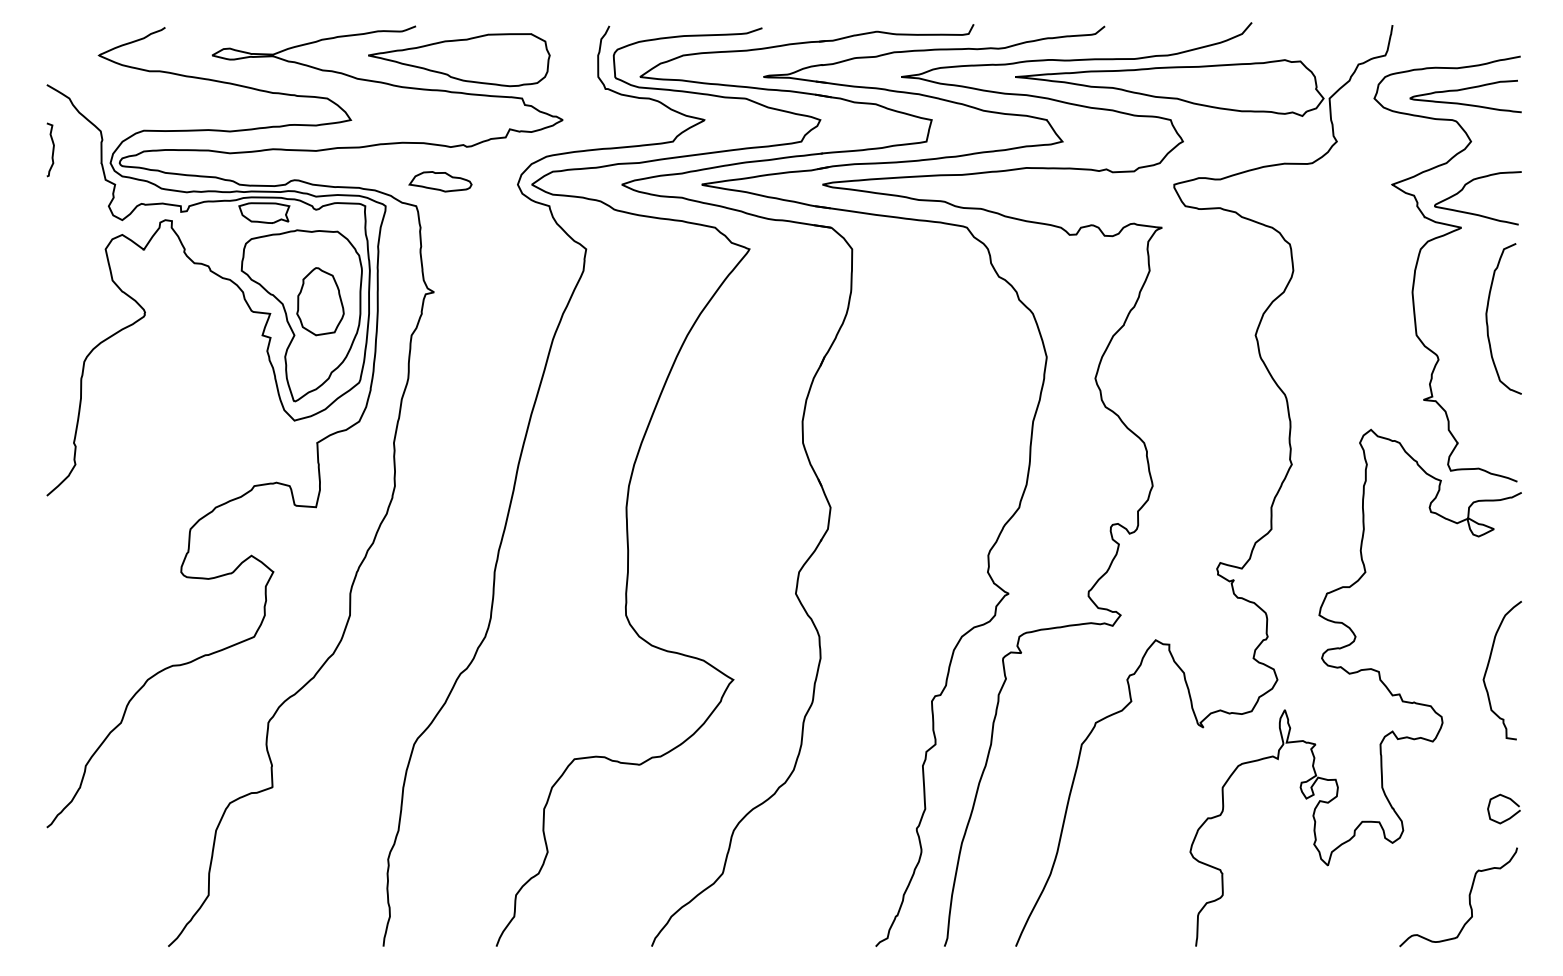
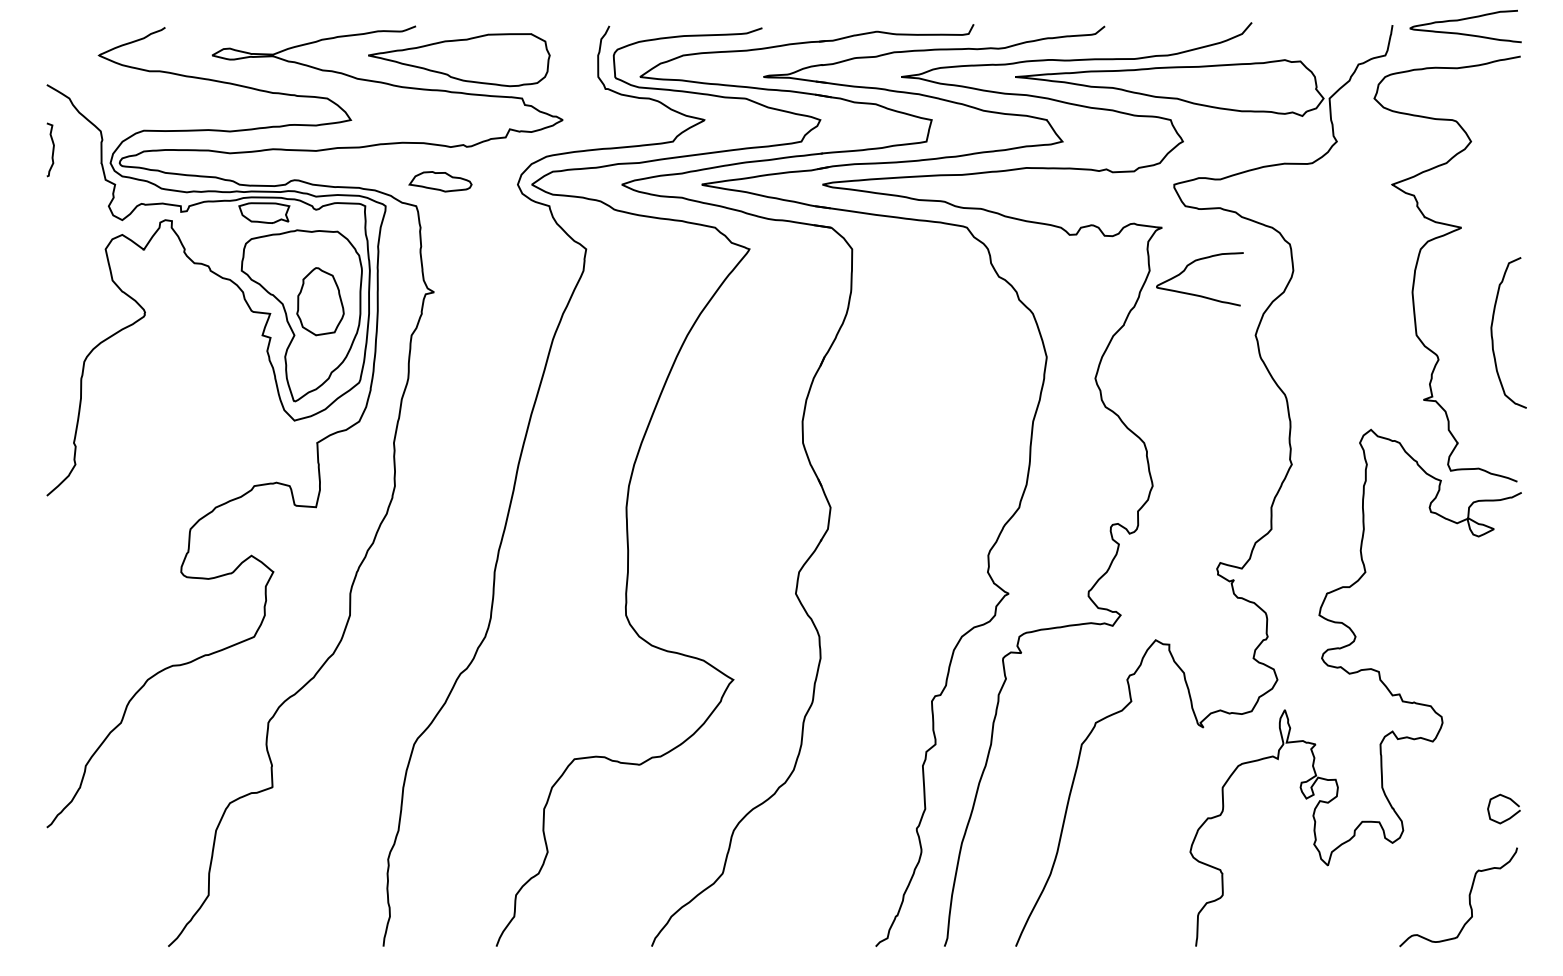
curve at (1463, 90) position: (1463, 90) -> (1463, 20)
curve at (1476, 213) position: (1476, 213) -> (1198, 294)
curve at (1487, 318) position: (1487, 318) -> (1492, 332)
curve at (1488, 667): present -> none
